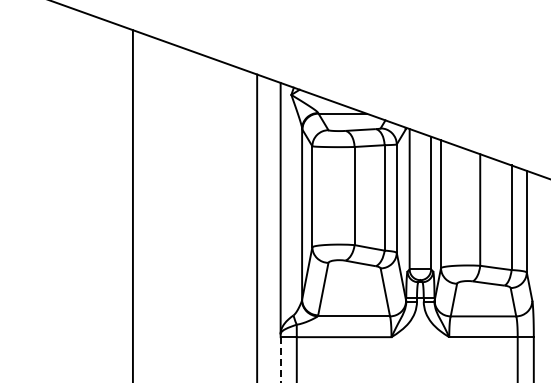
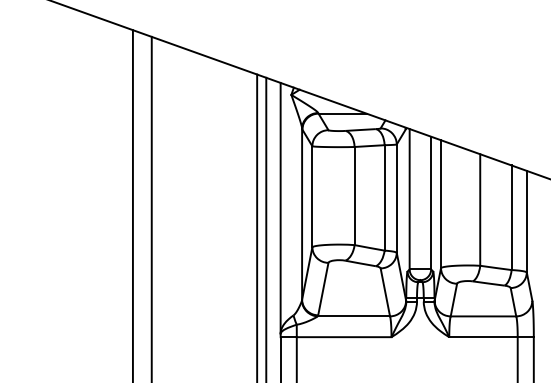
line at (151, 207): none -> present
line at (266, 228): none -> present
line at (280, 360): dashed -> solid
